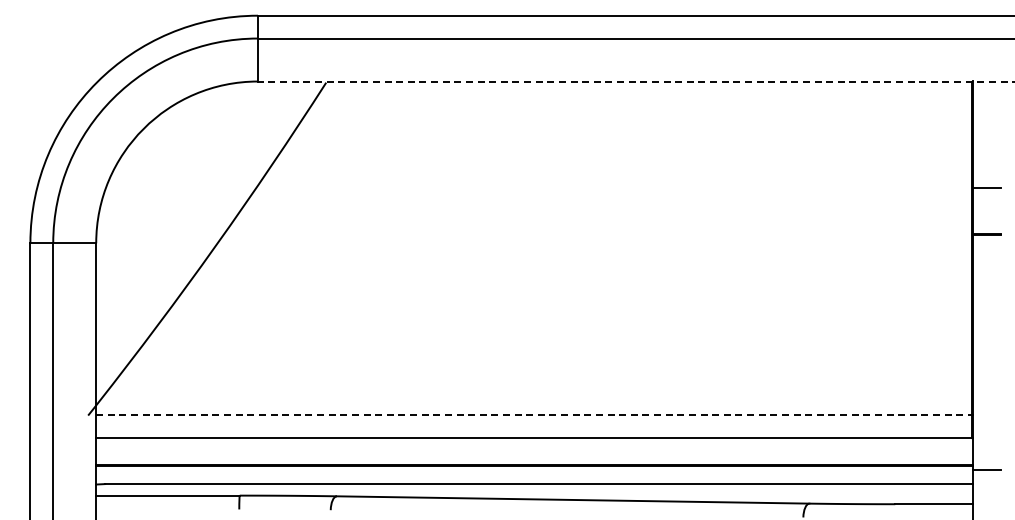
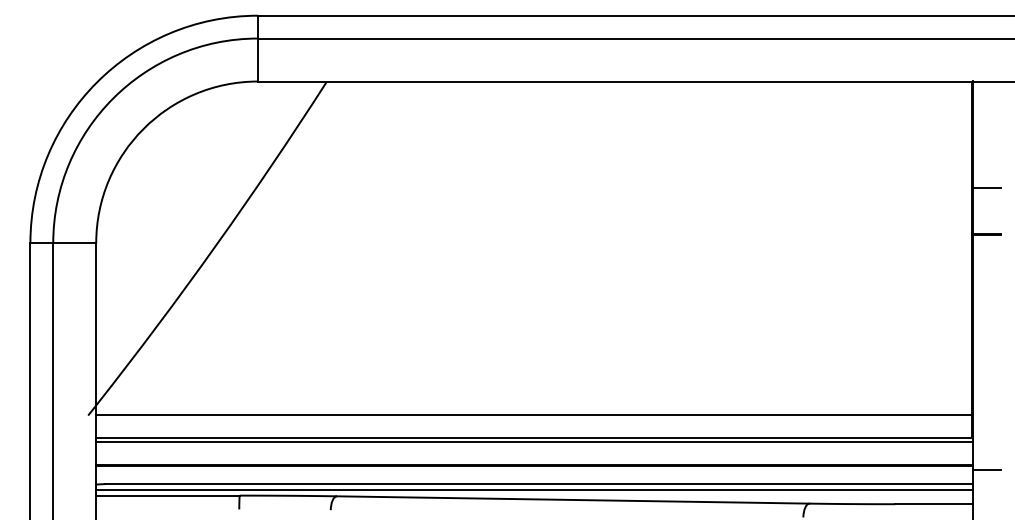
line at (635, 81): dashed -> solid
line at (534, 414): dashed -> solid
line at (534, 441): none -> present
line at (534, 490): none -> present
